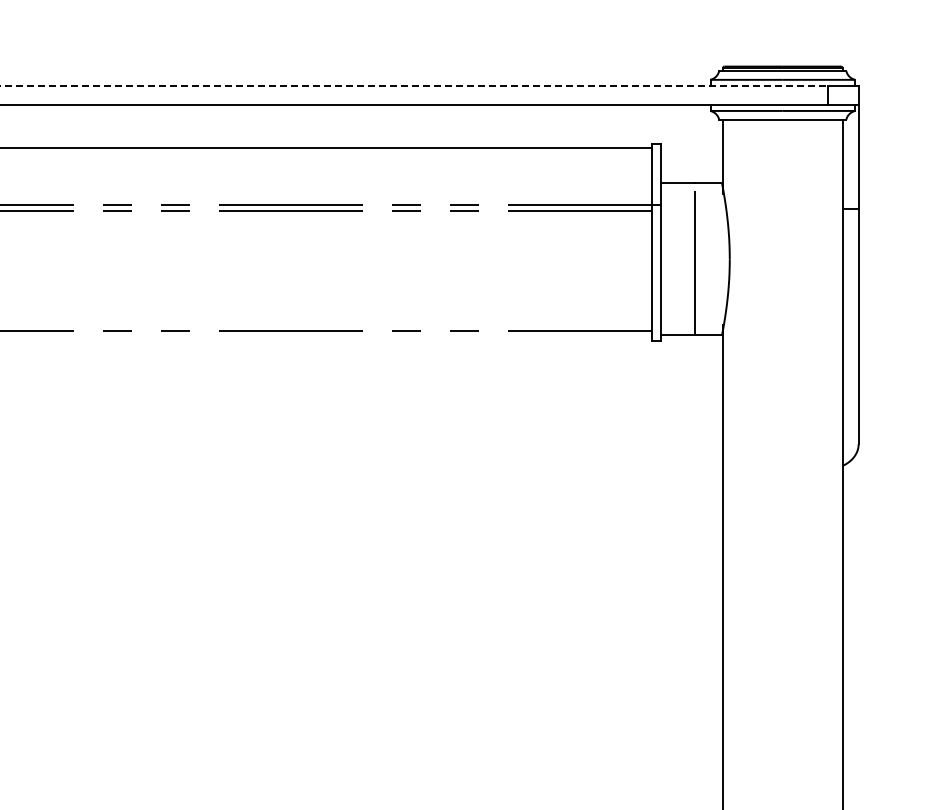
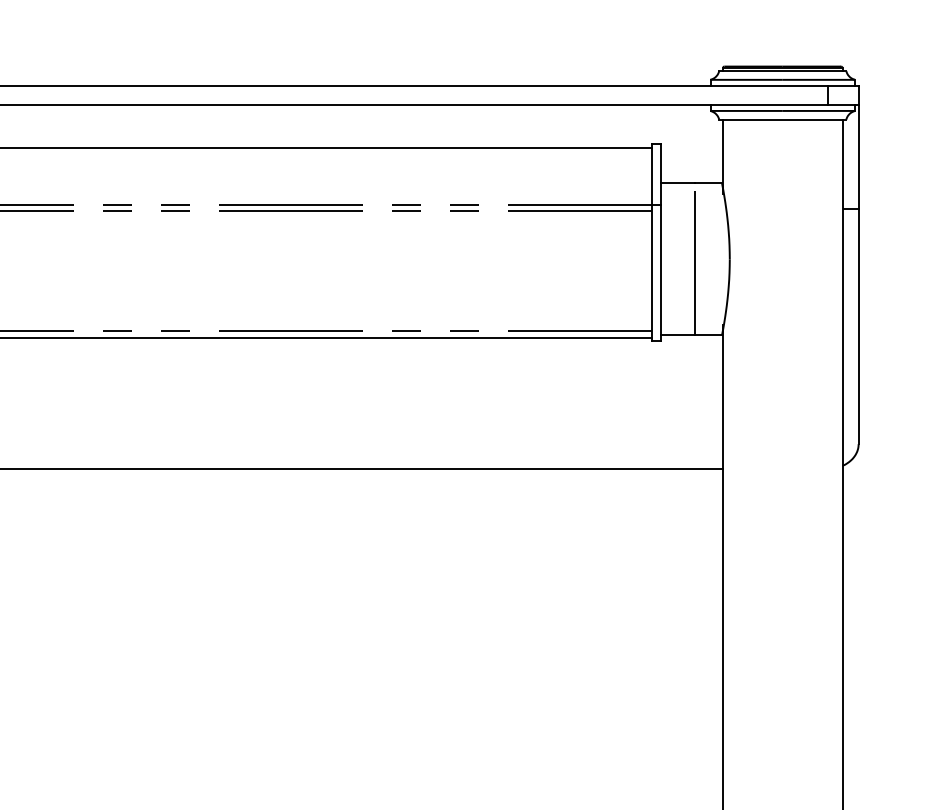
line at (414, 86): dashed -> solid
line at (327, 337): none -> present
line at (362, 468): none -> present
